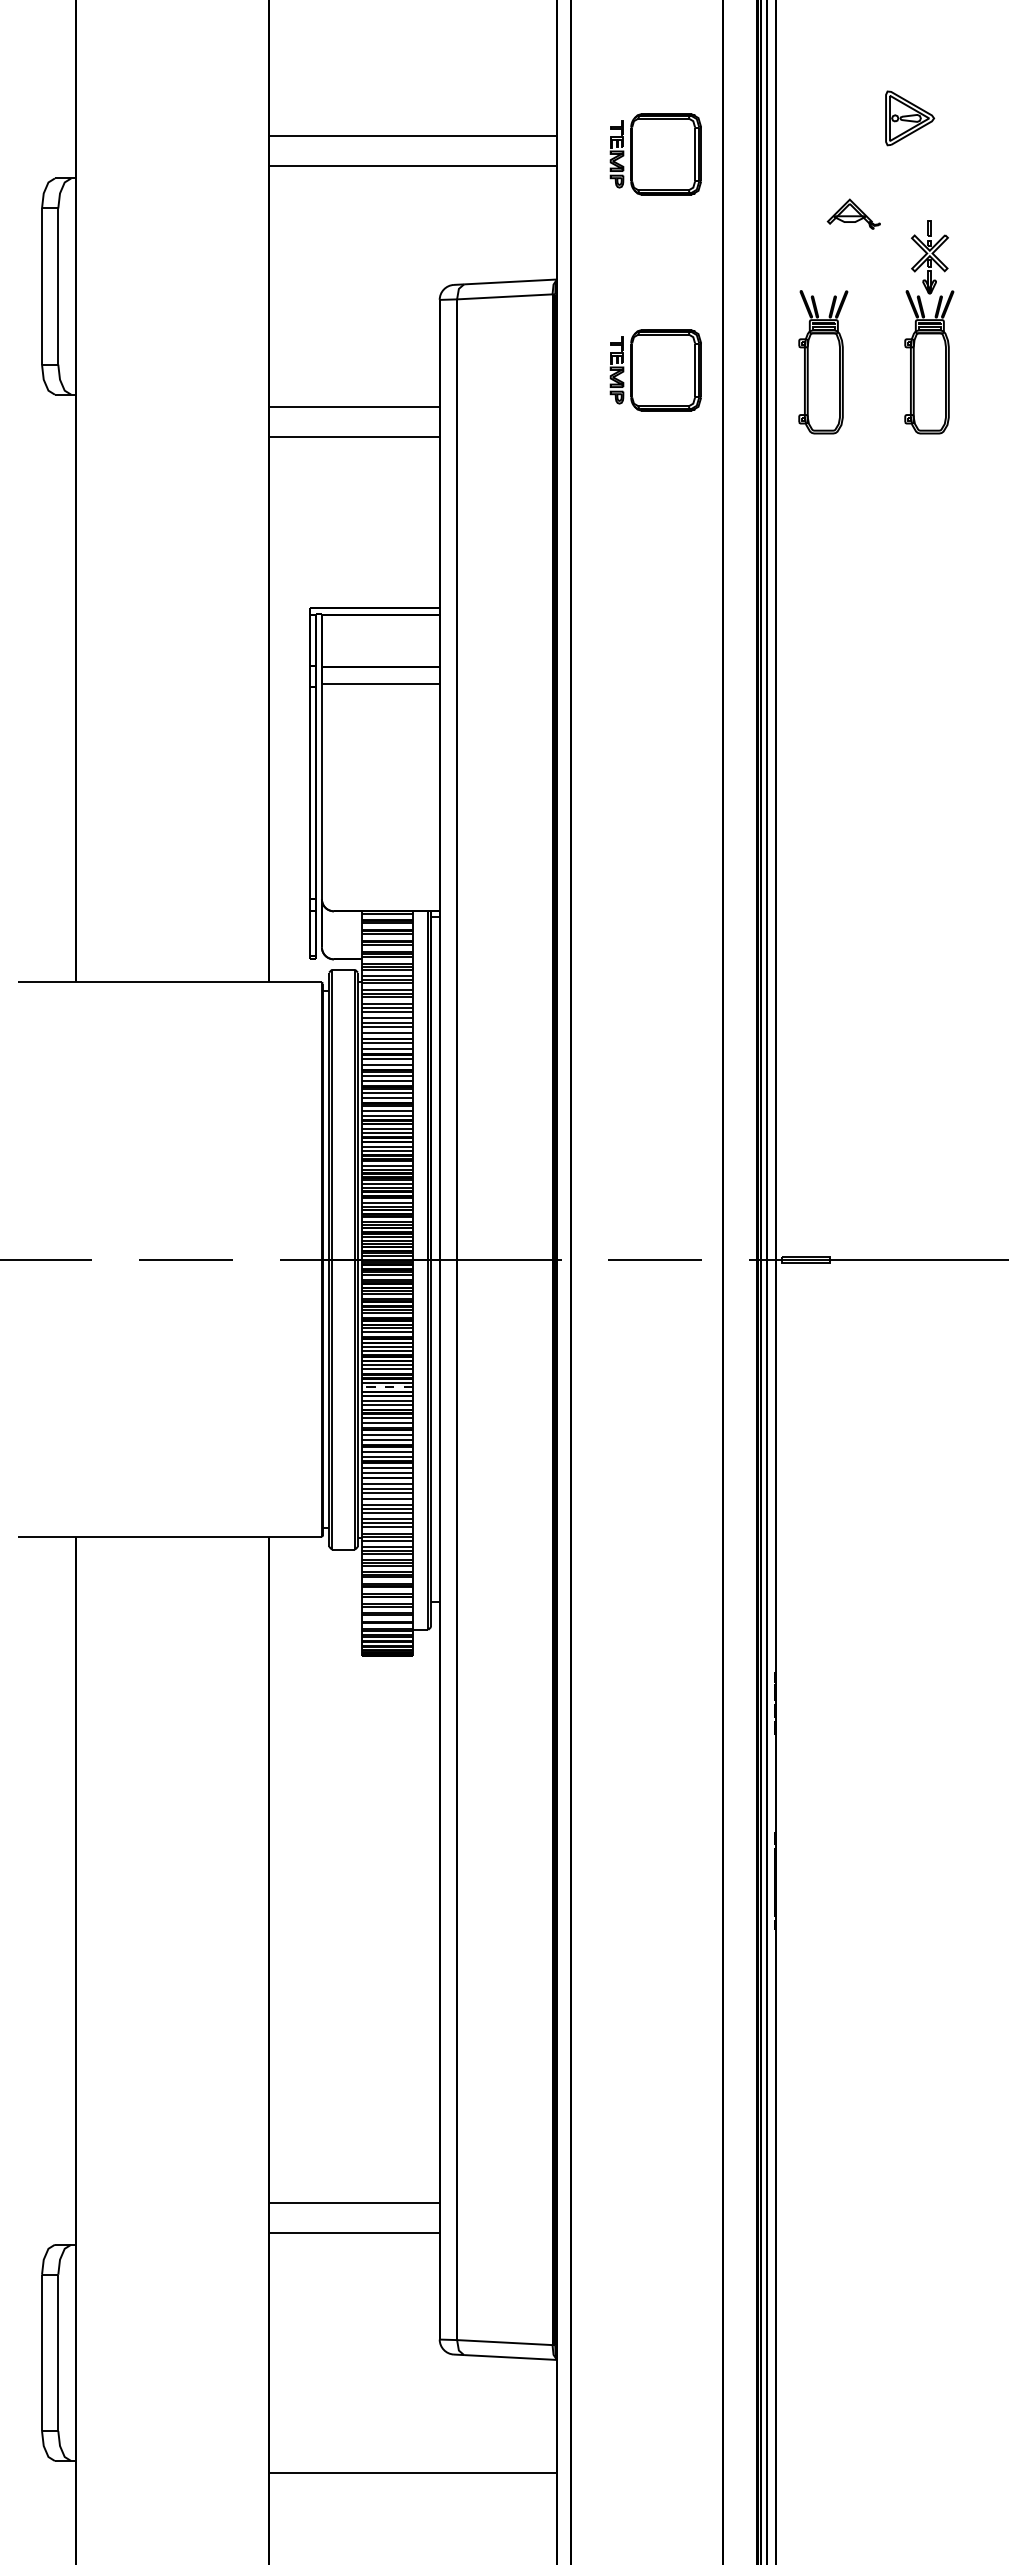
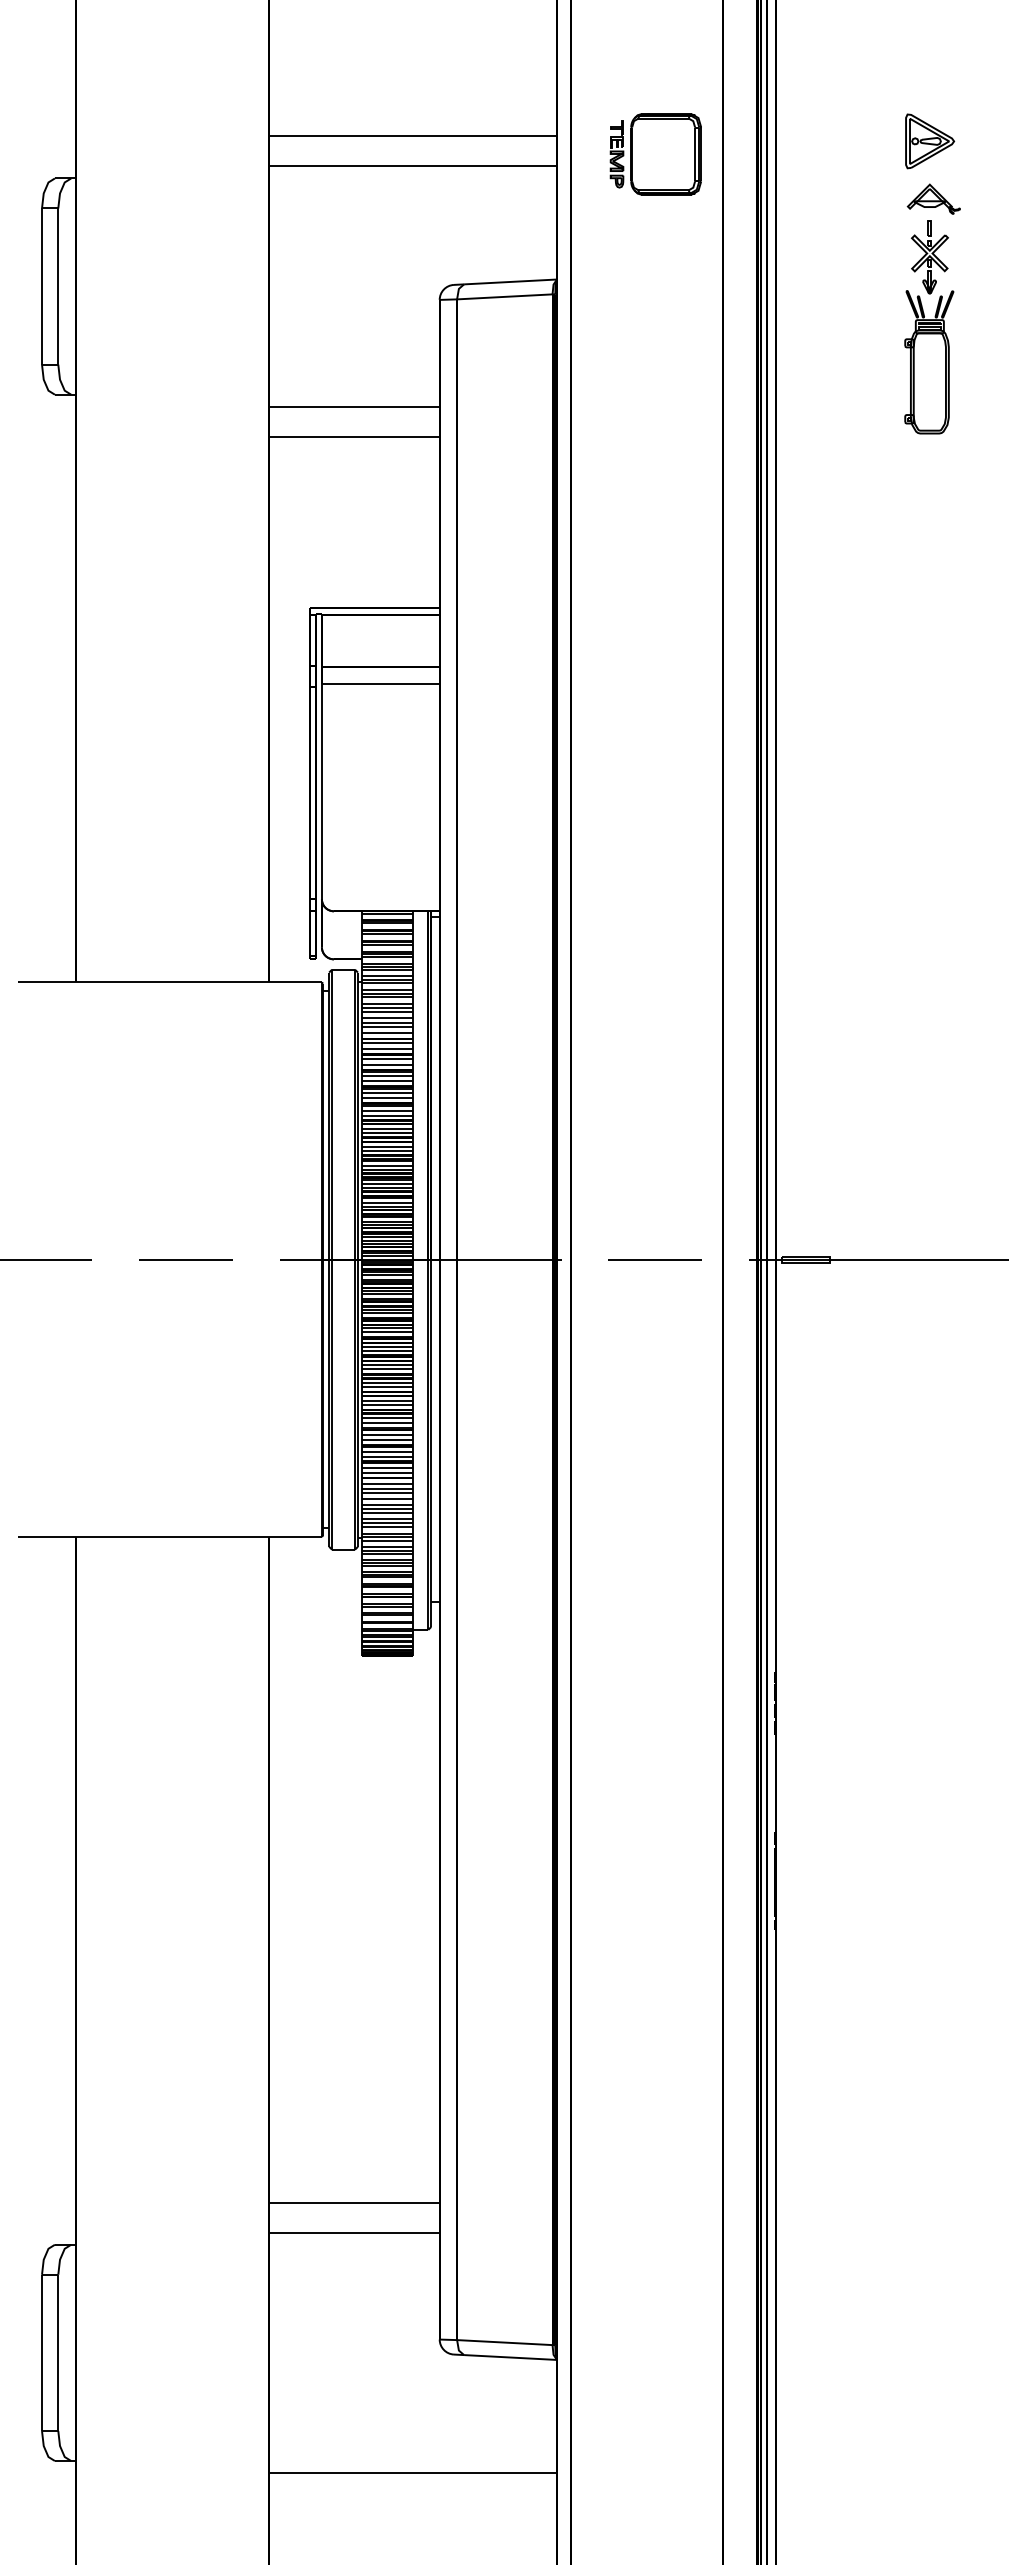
part at (910, 118) position: (910, 118) -> (930, 141)
part at (853, 213) position: (853, 213) -> (933, 198)
part at (823, 362): present -> none
part at (655, 370): present -> none
line at (387, 1387): dashed -> solid
